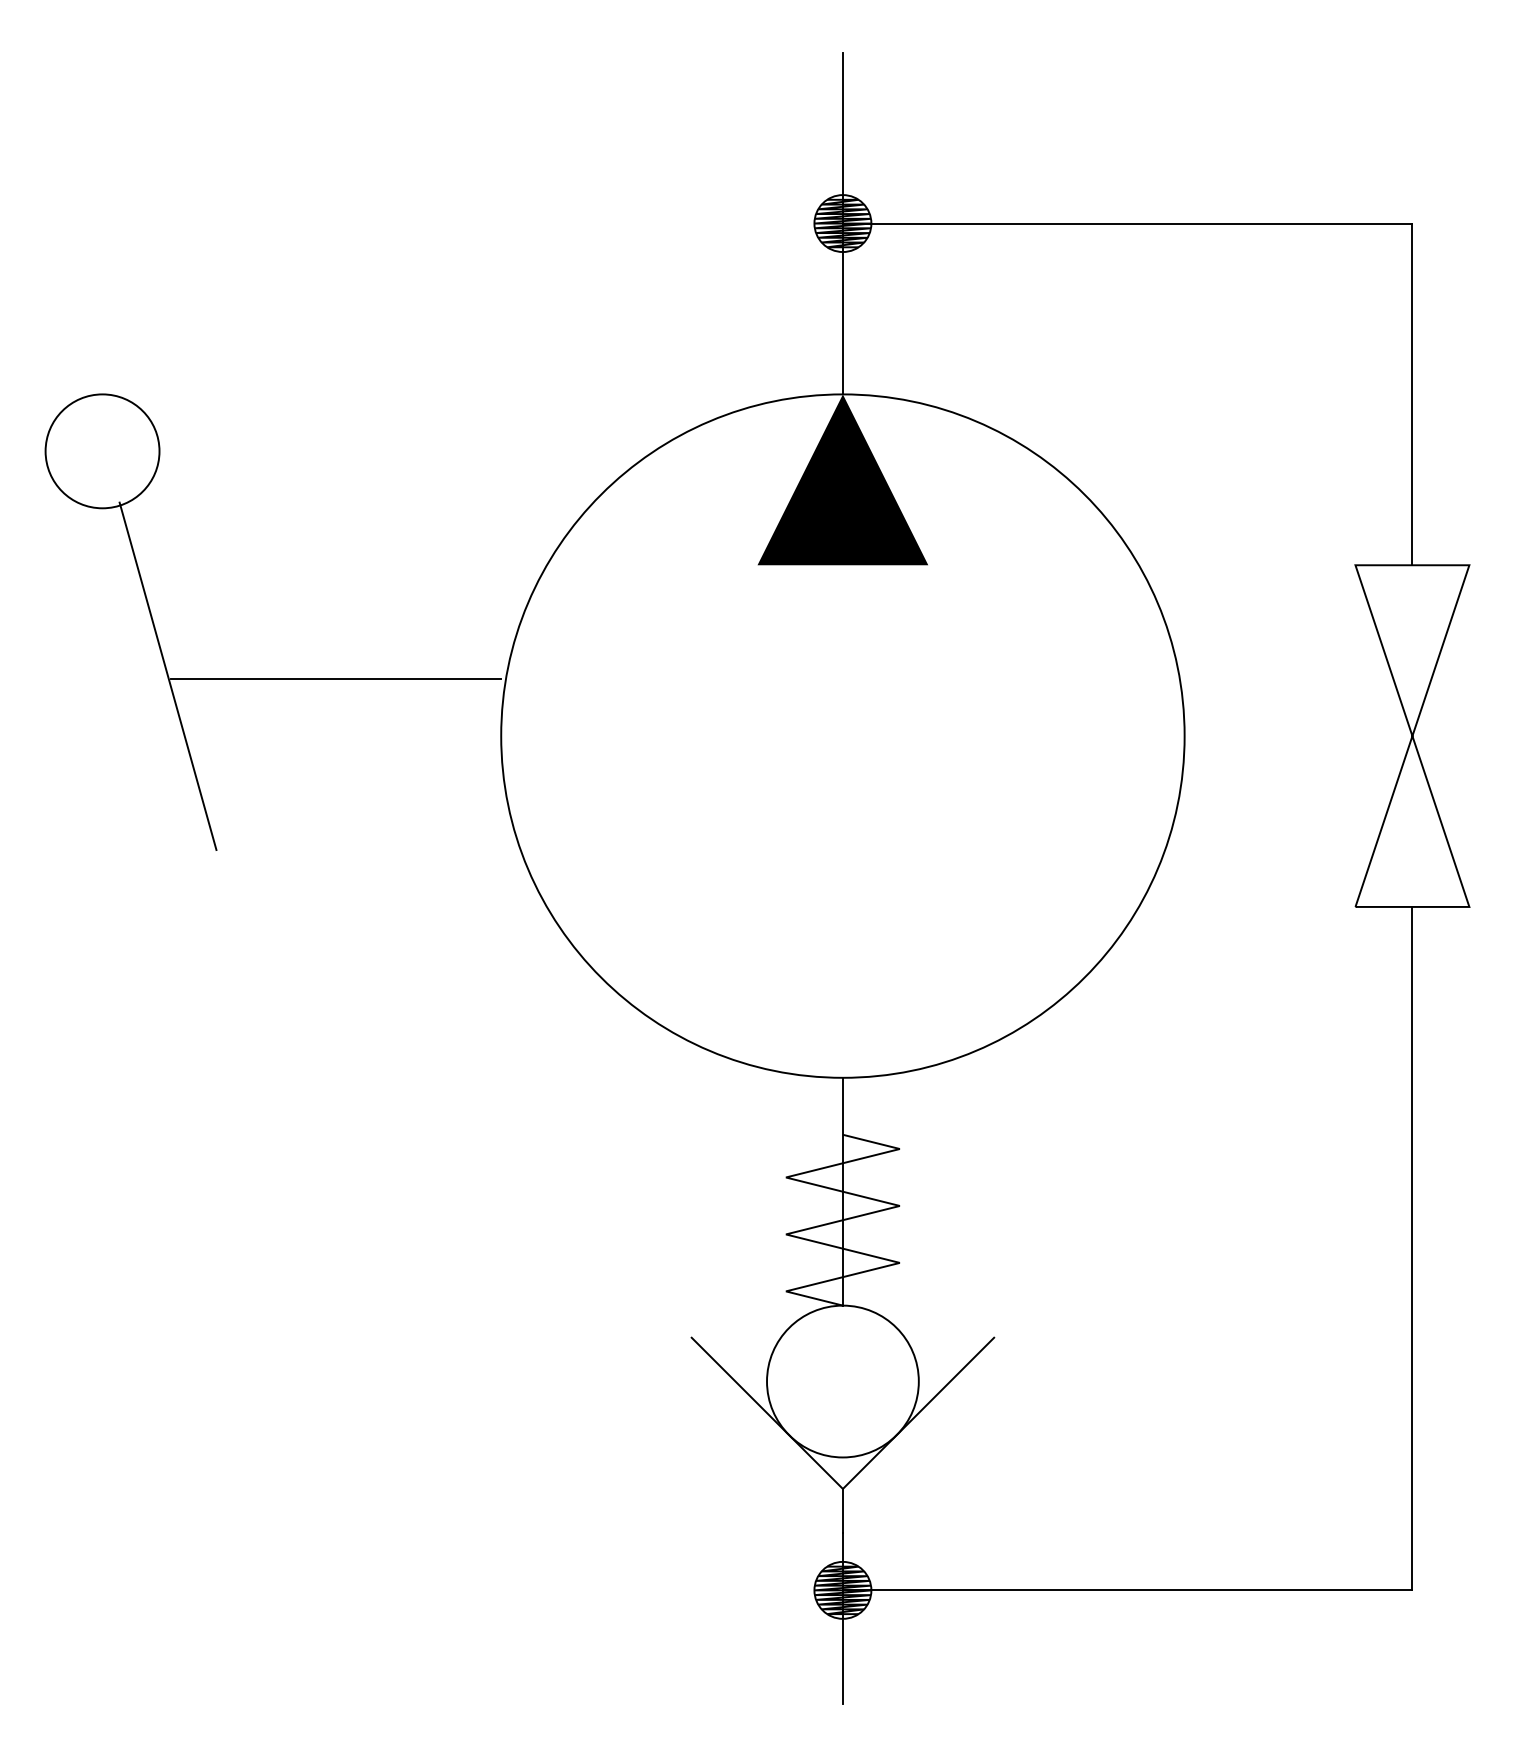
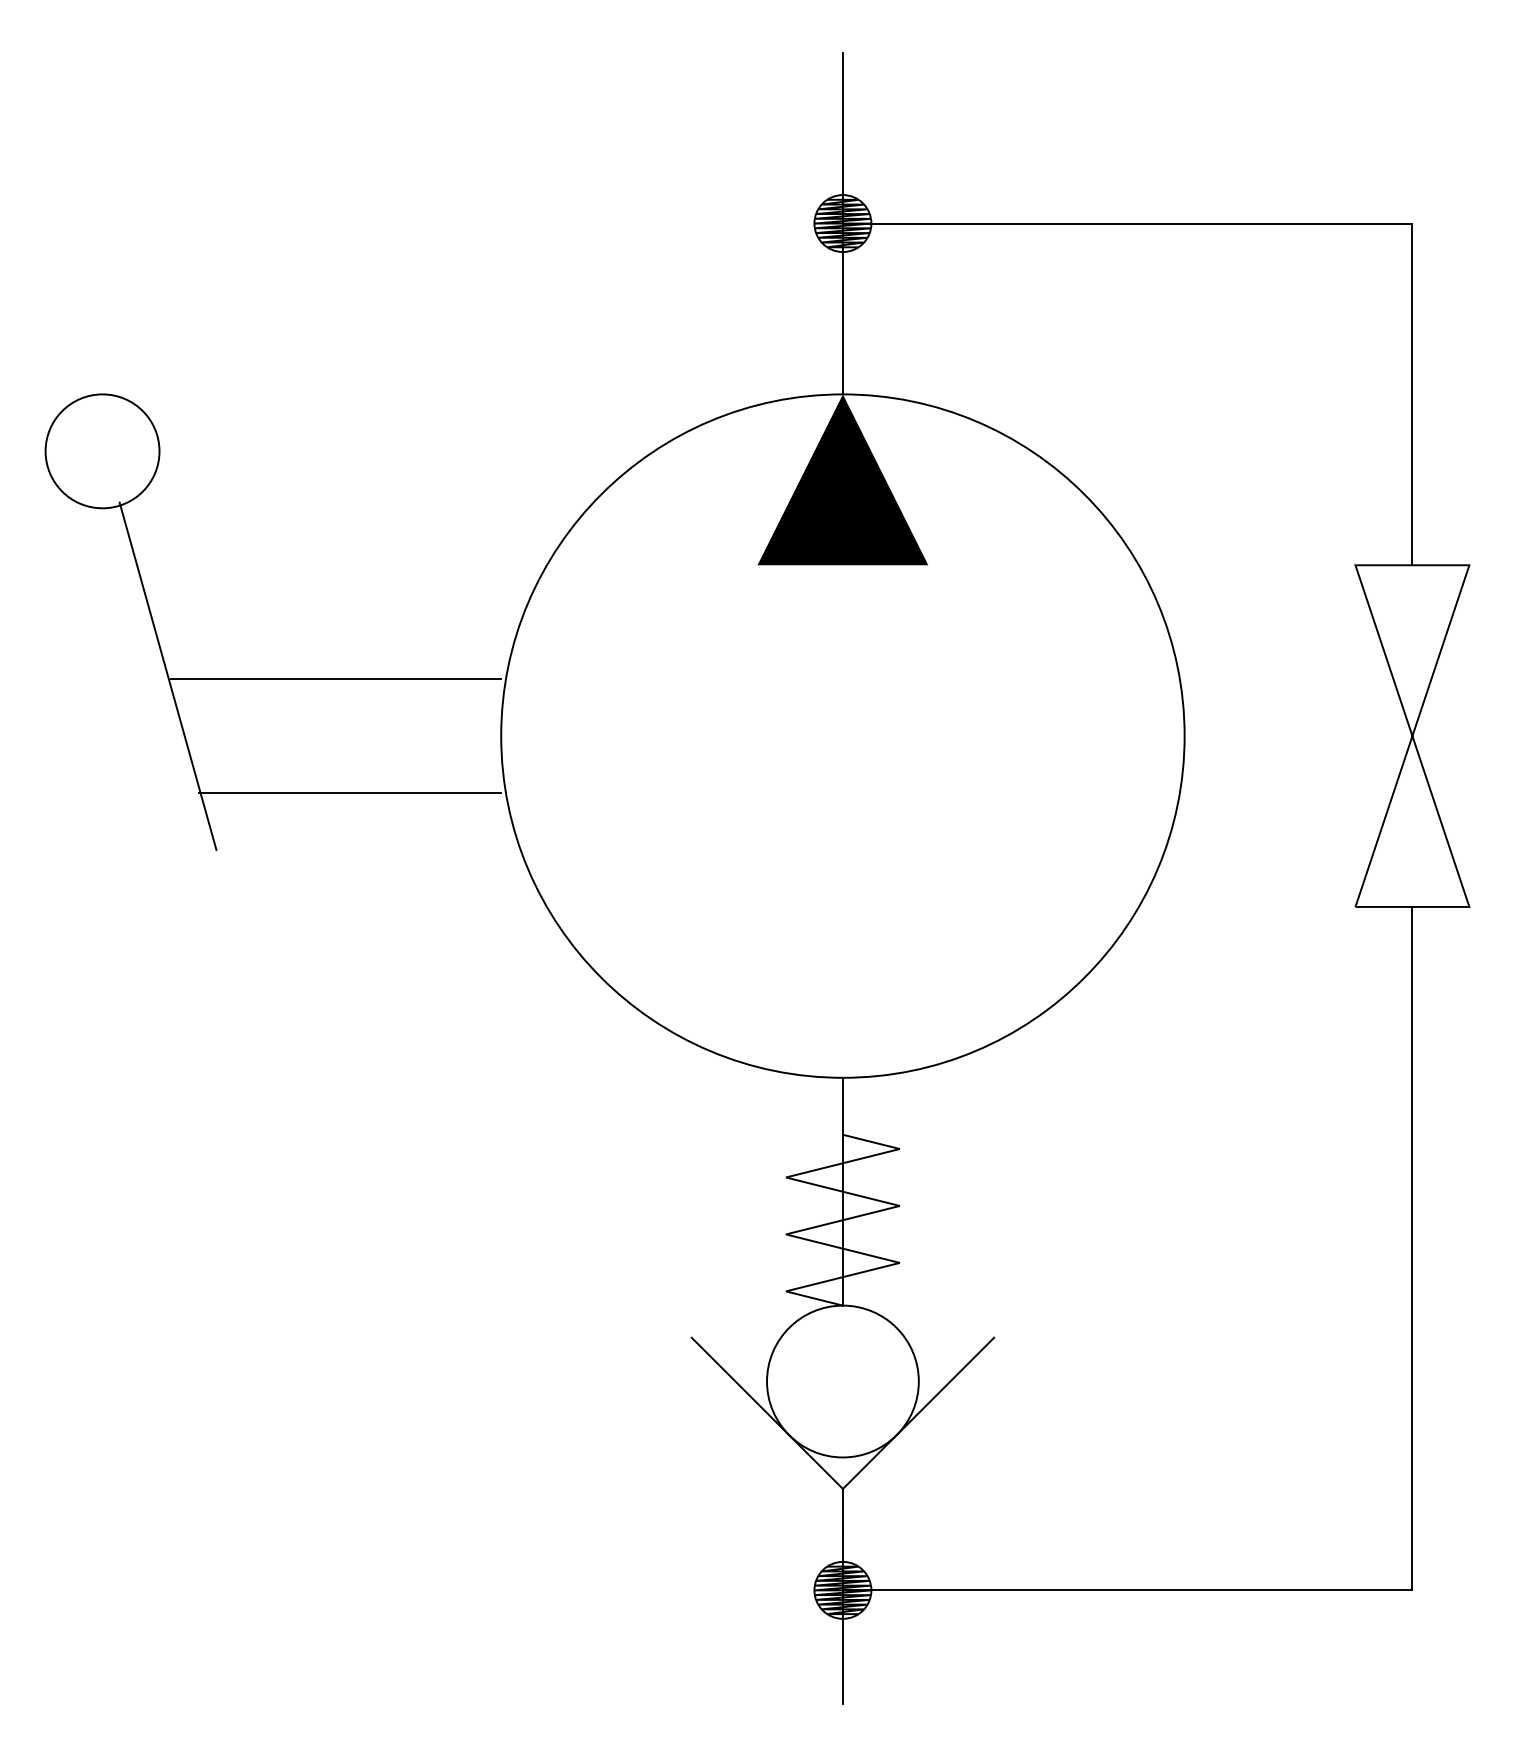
line at (350, 793): none -> present
